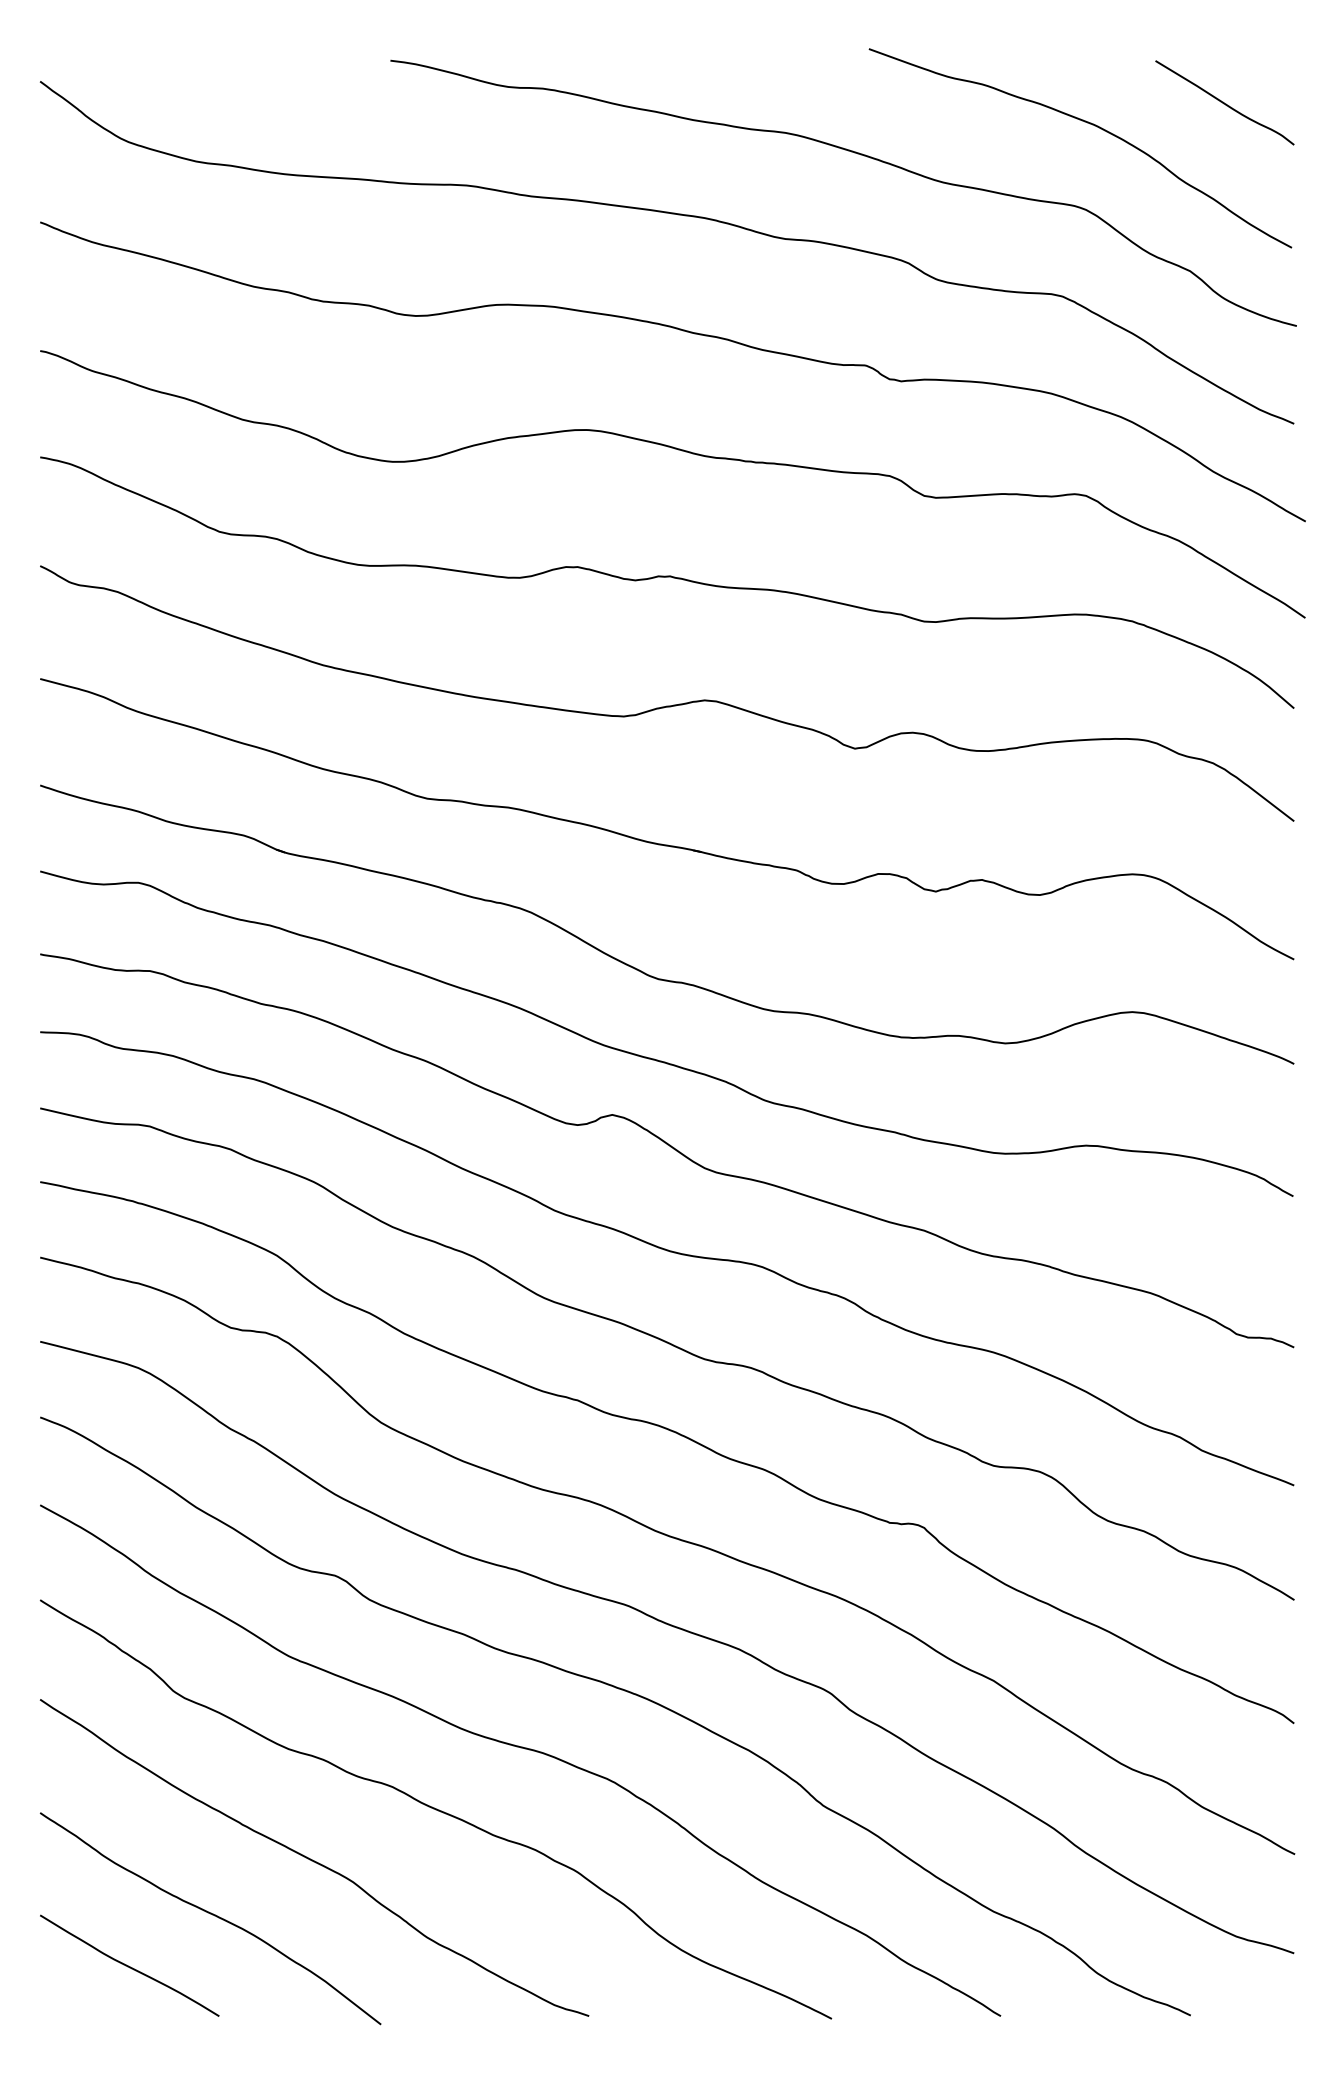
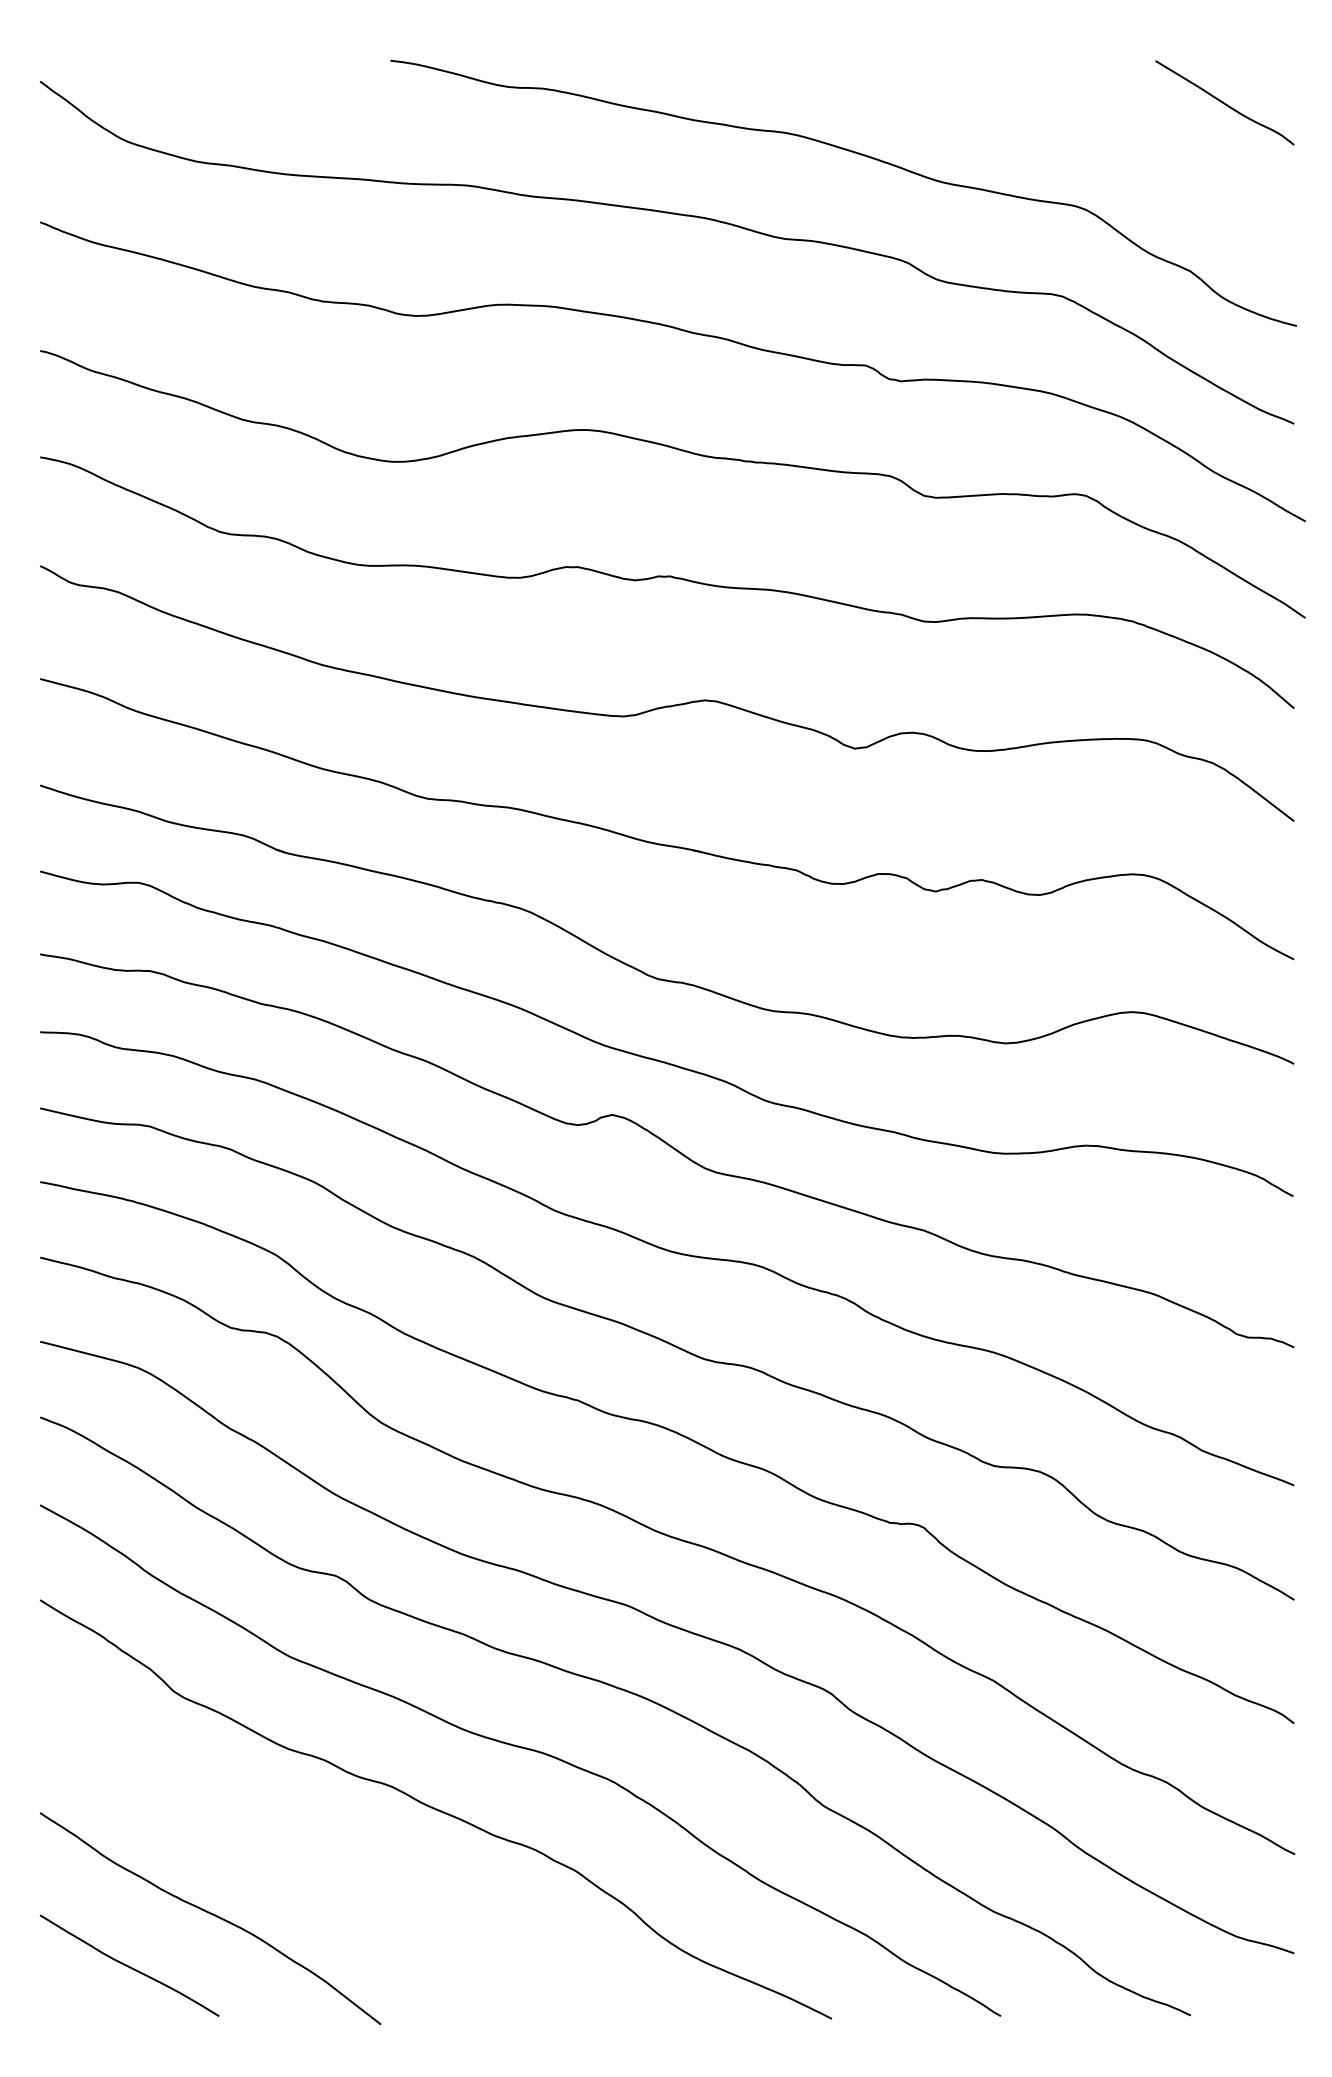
curve at (1092, 125): present -> none
curve at (312, 1859): present -> none
